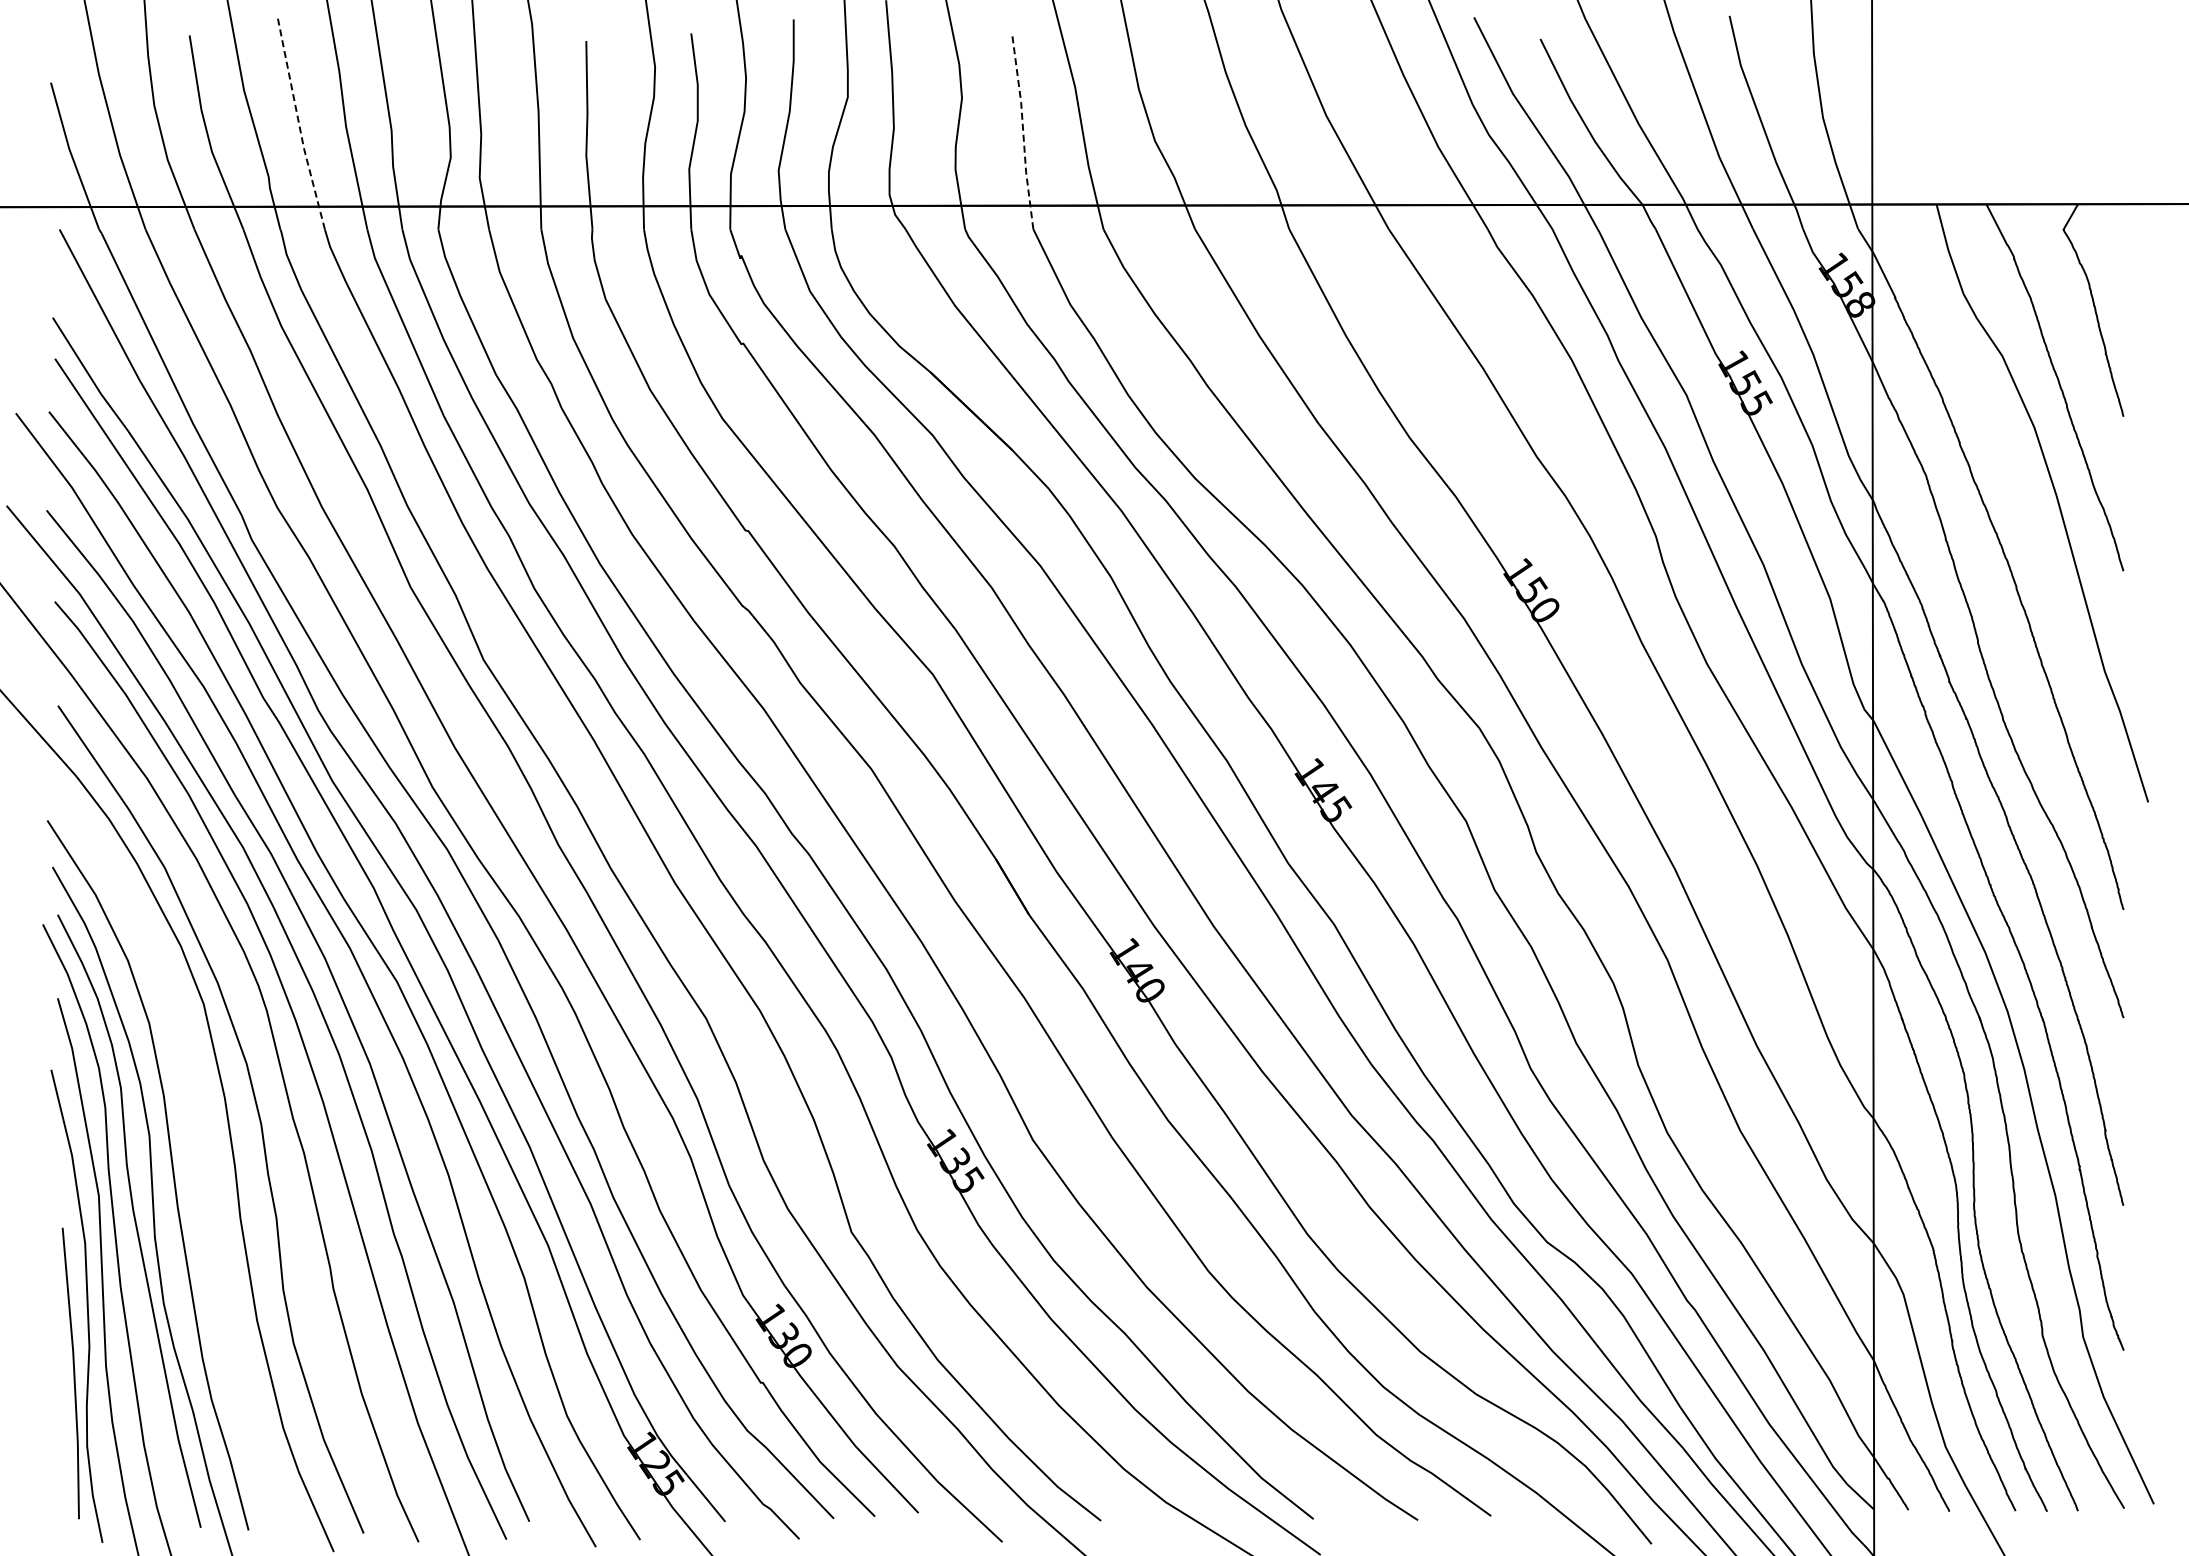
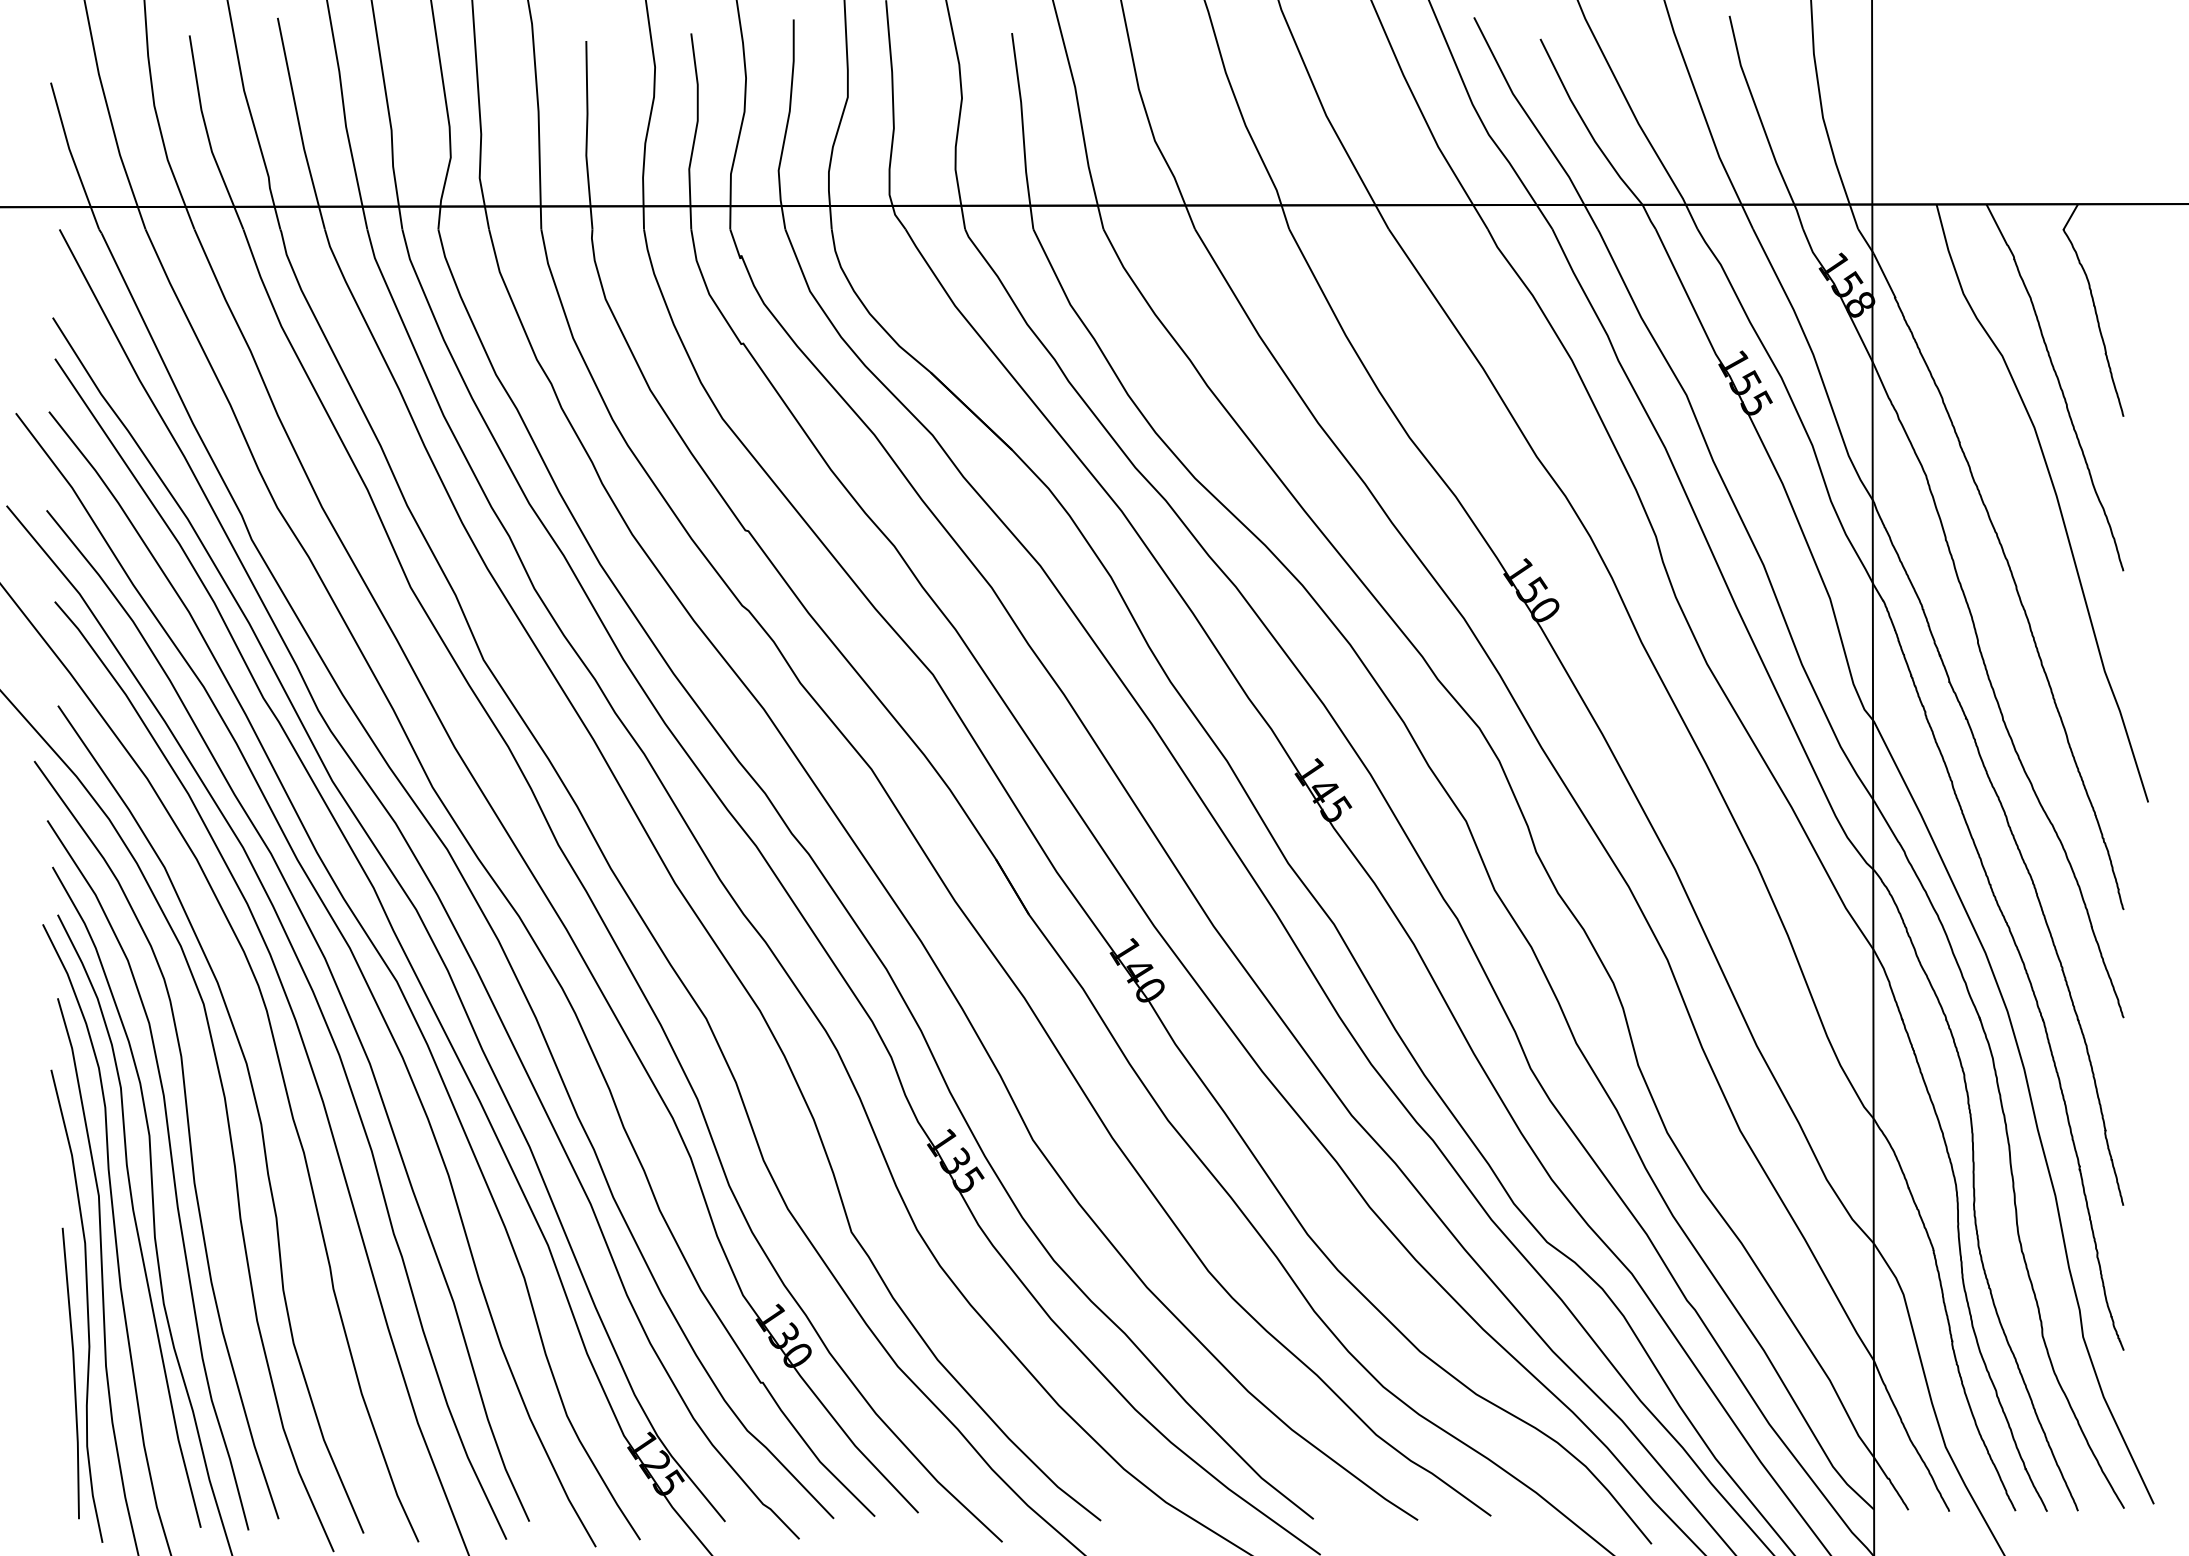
line at (299, 124): dashed -> solid
line at (1023, 131): dashed -> solid
curve at (188, 1137): none -> present
